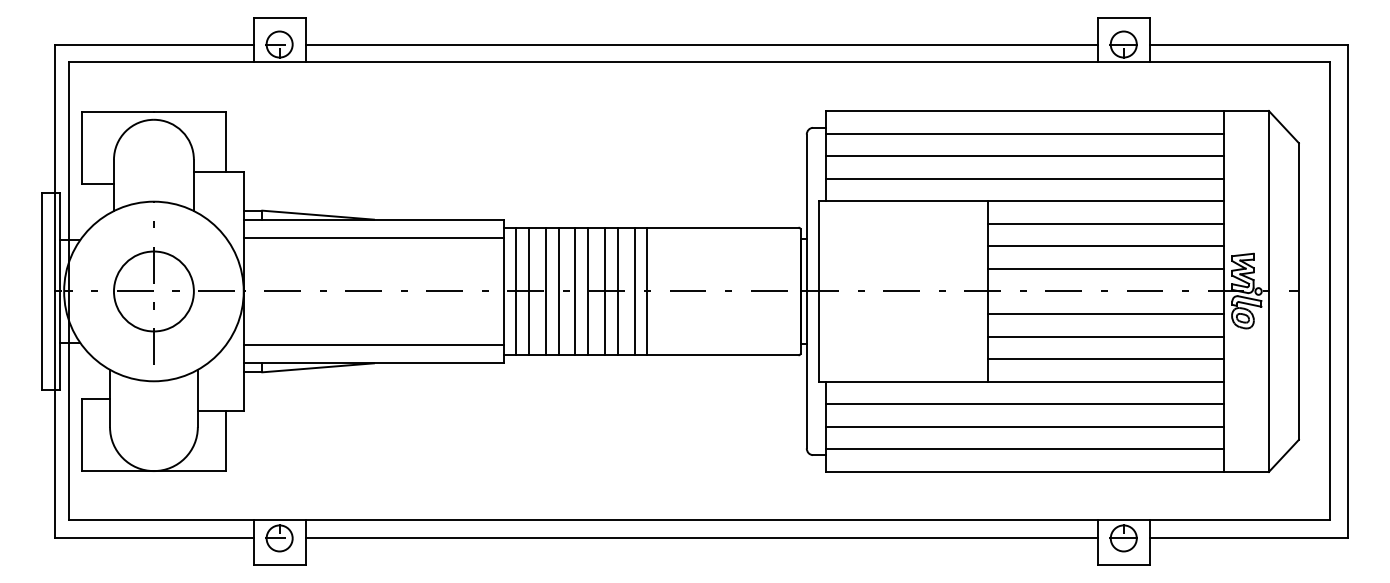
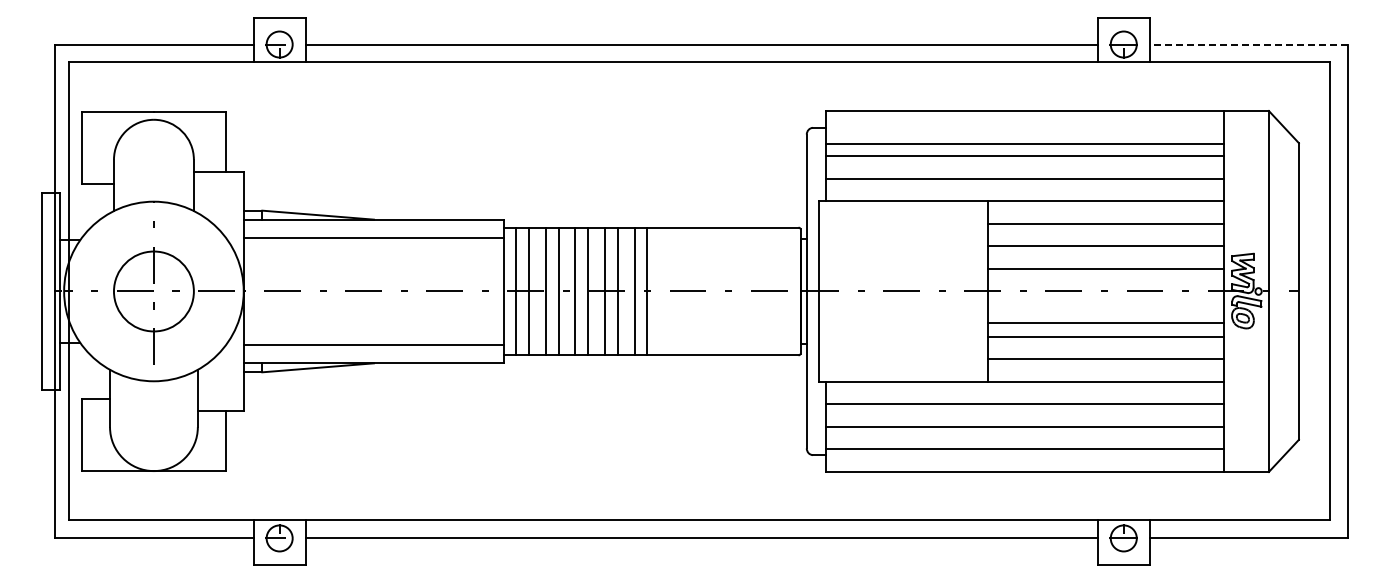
line at (1248, 44): solid -> dashed
line at (1024, 133) position: (1024, 133) -> (1024, 143)
line at (1105, 314) position: (1105, 314) -> (1105, 323)
